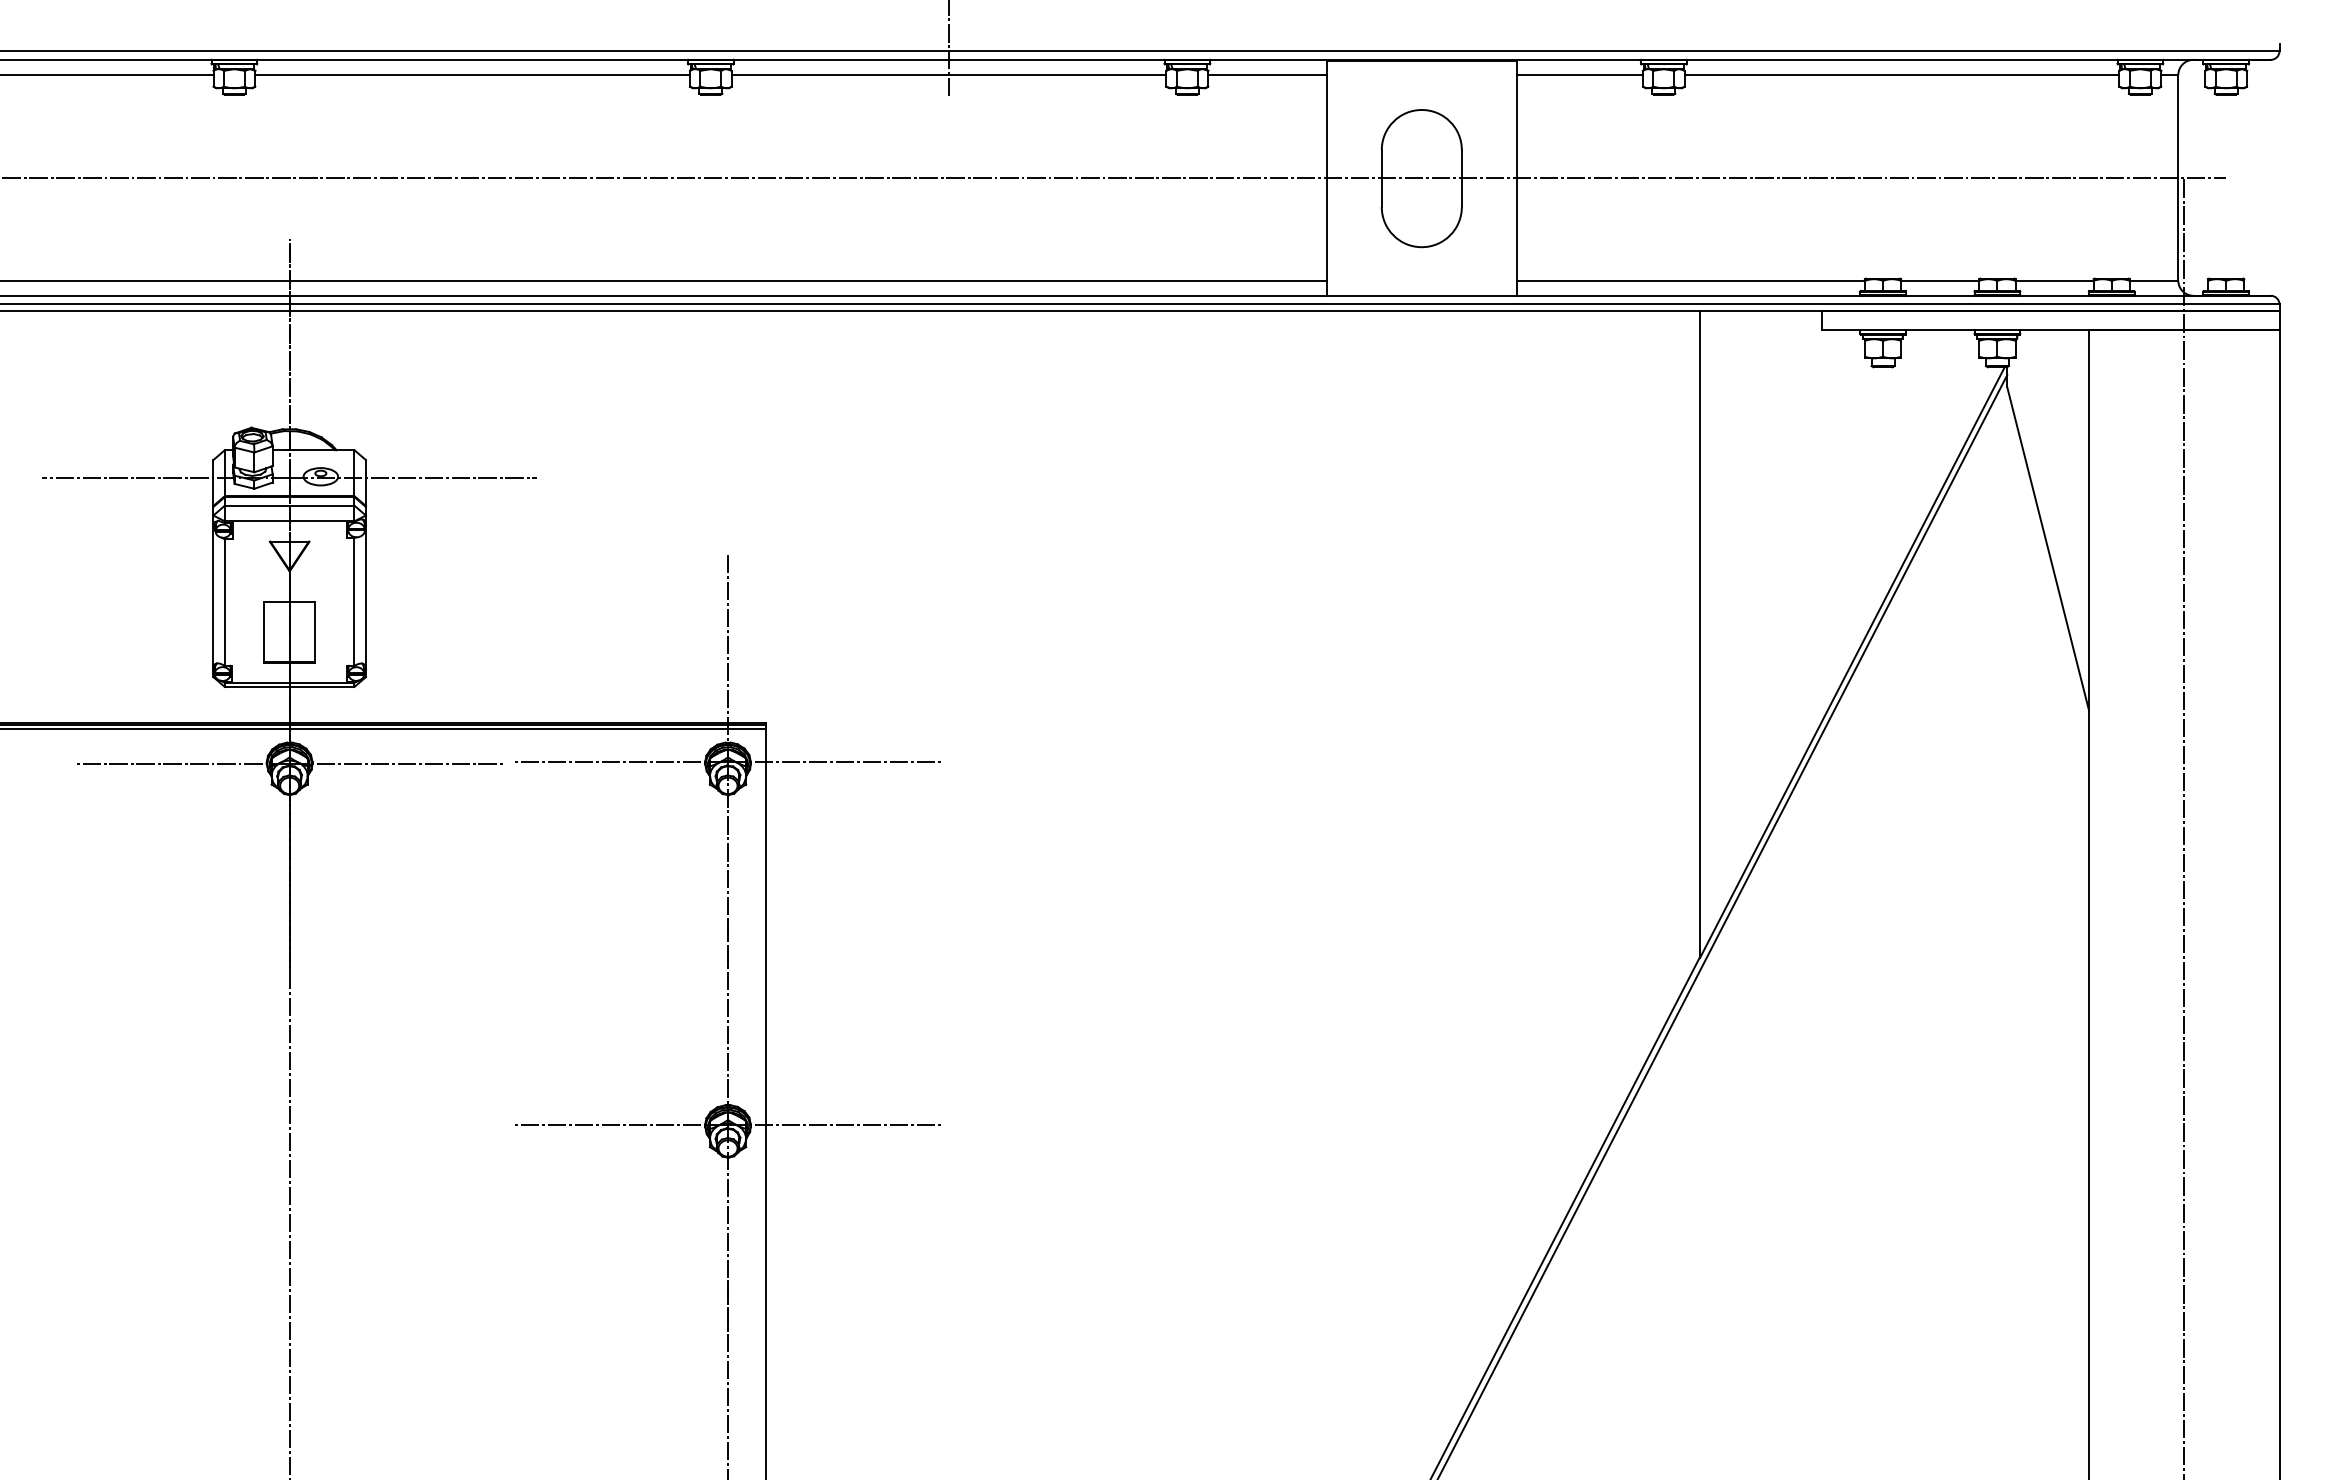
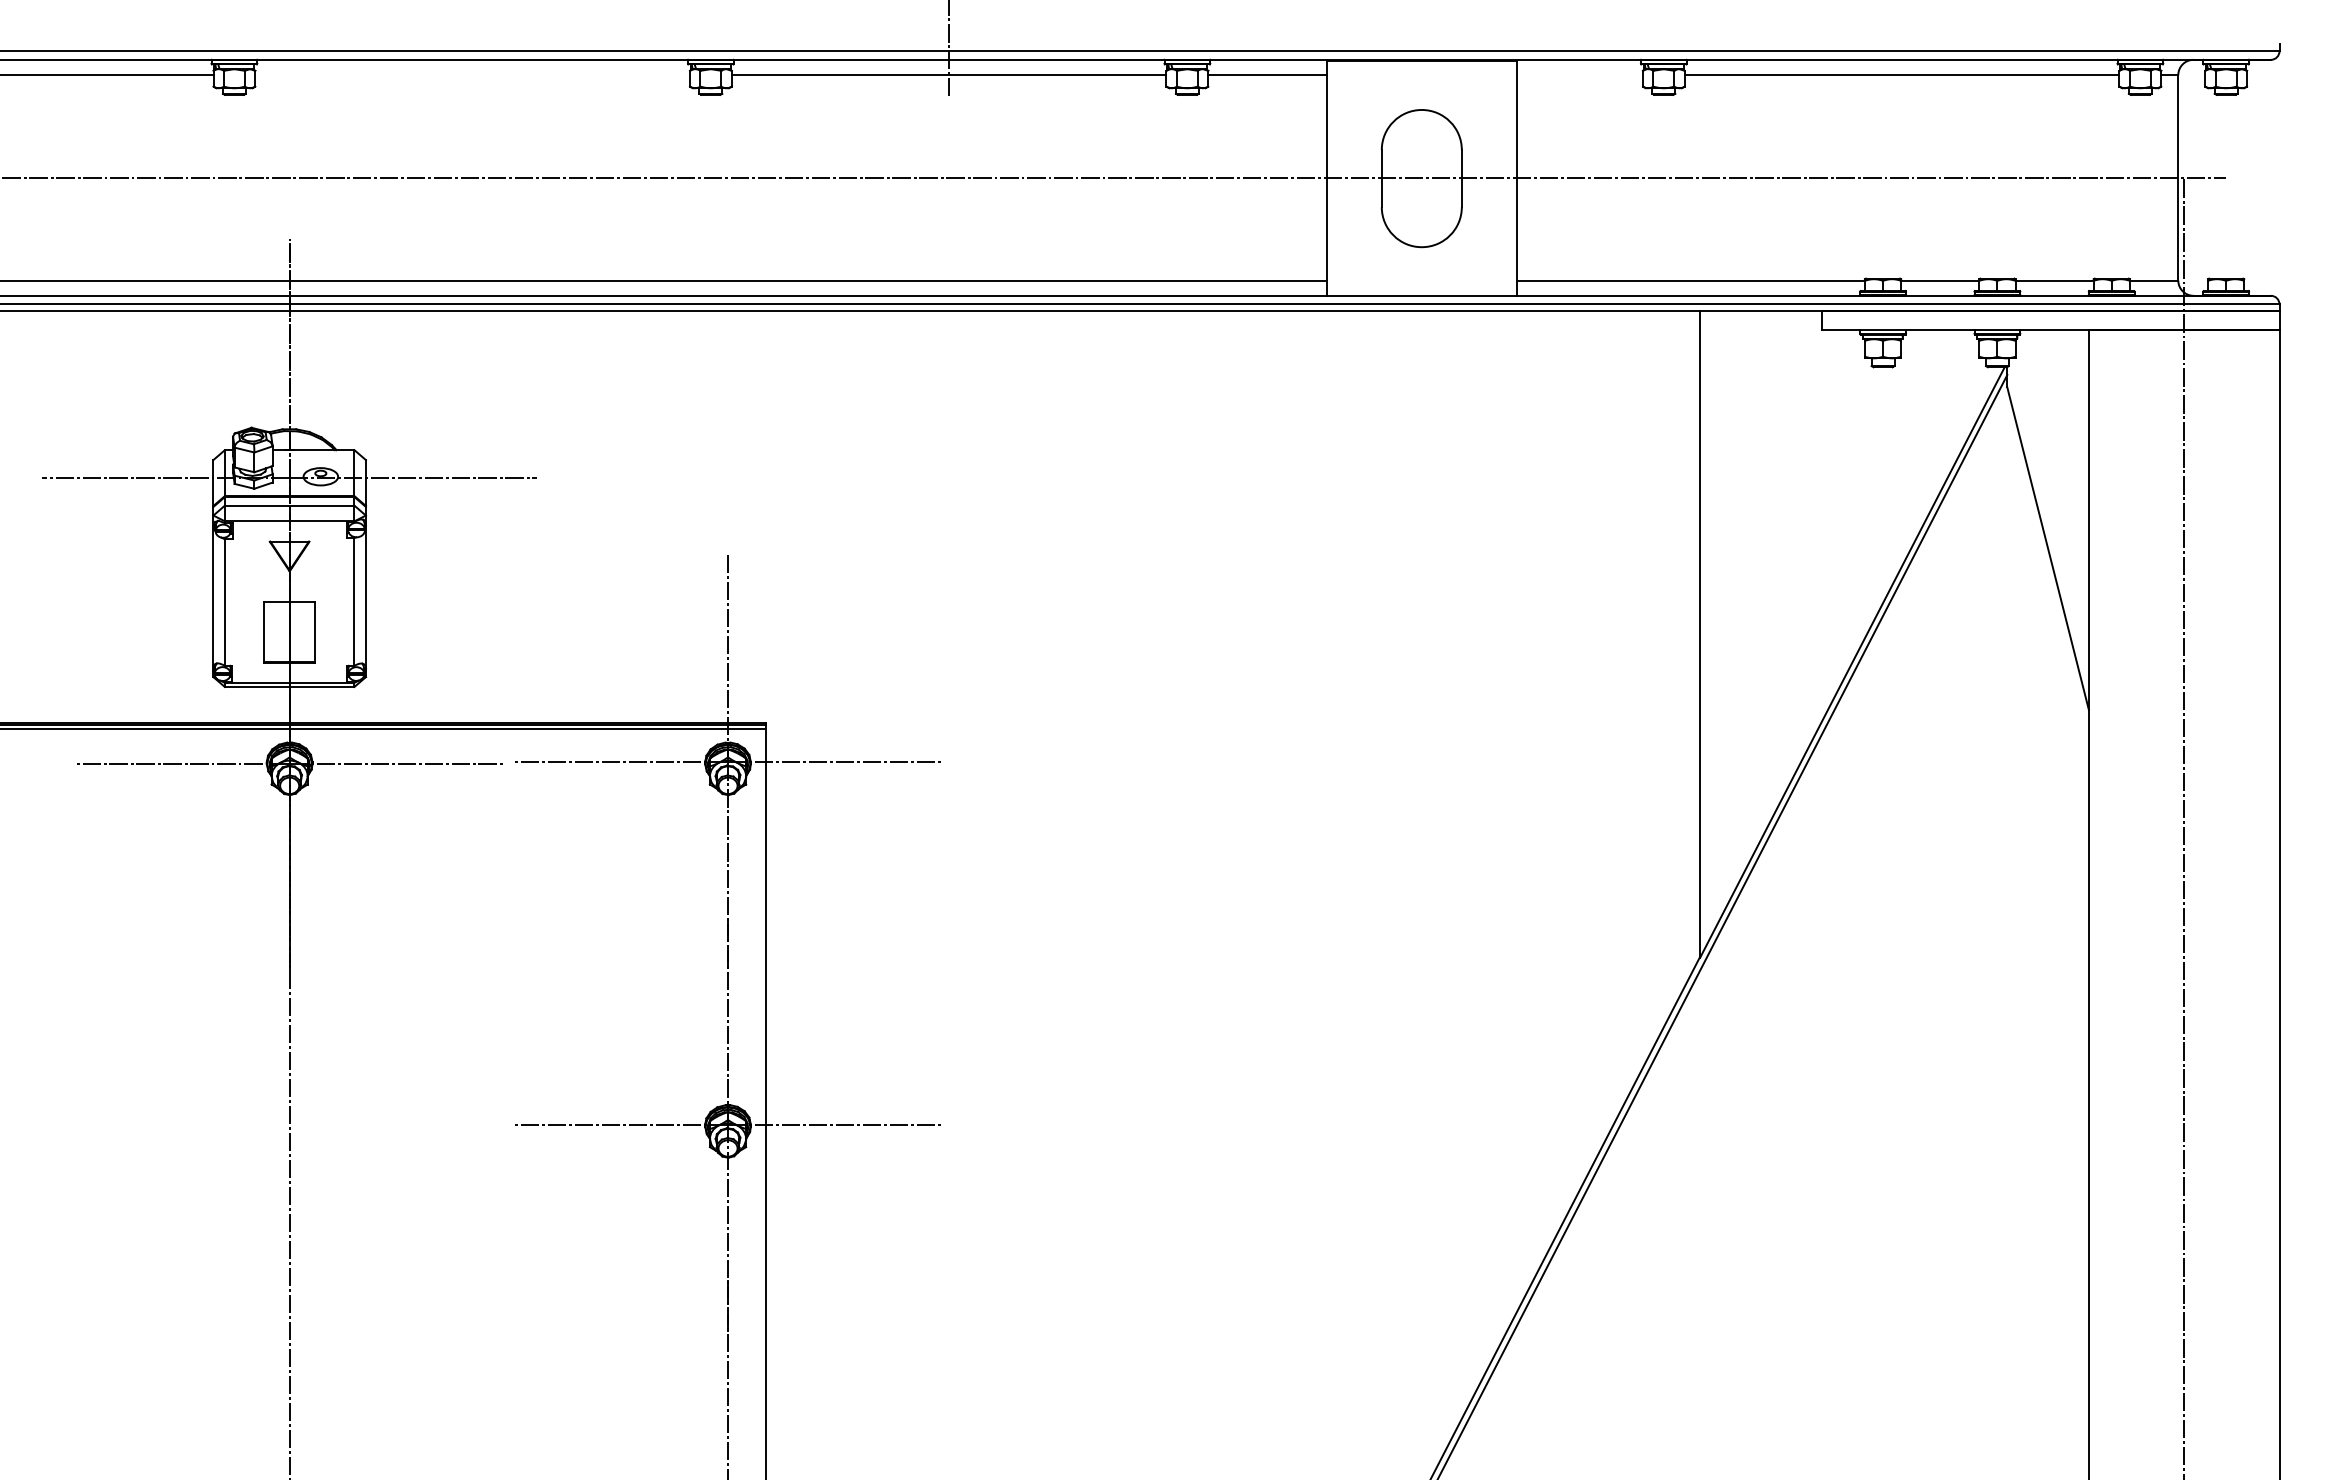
line at (472, 75): present -> none
line at (1579, 75): present -> none
